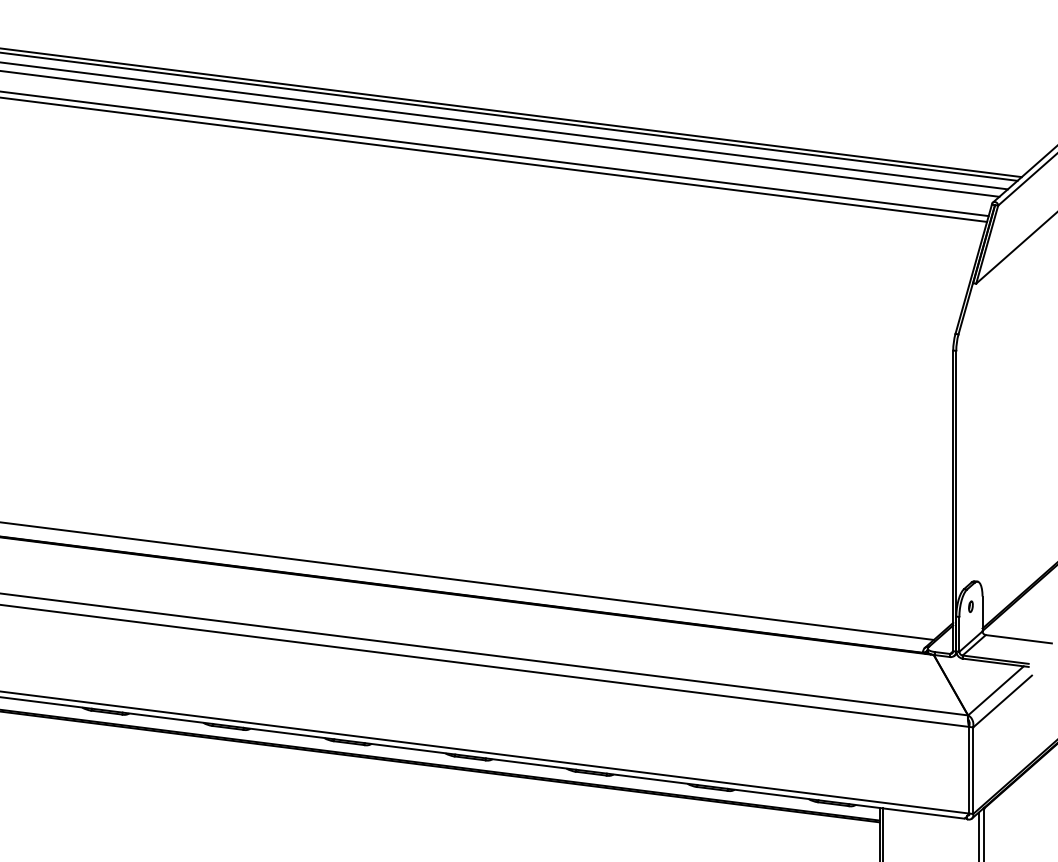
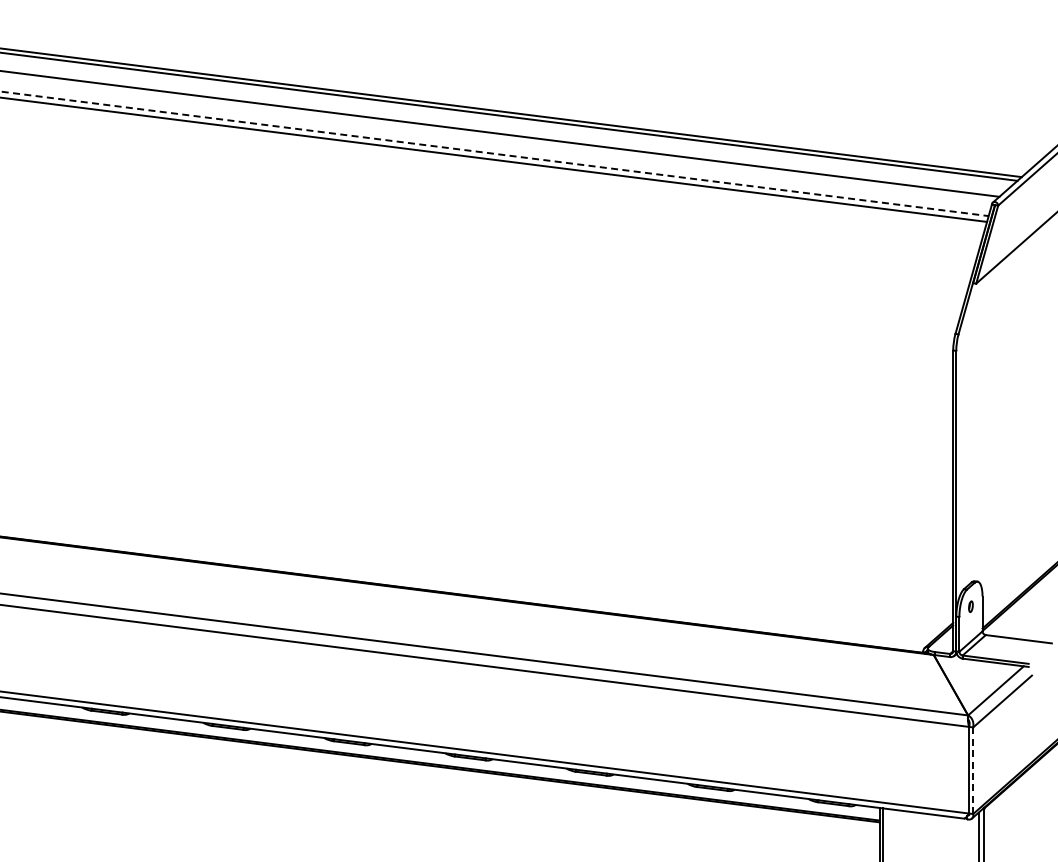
line at (504, 125): present -> none
line at (494, 153): solid -> dashed
line at (467, 580): present -> none
line at (973, 770): solid -> dashed
